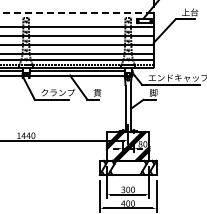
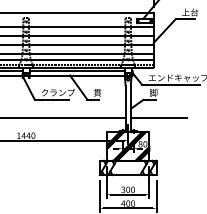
line at (76, 12): dashed -> solid
line at (63, 118): none -> present
line at (159, 118): none -> present
